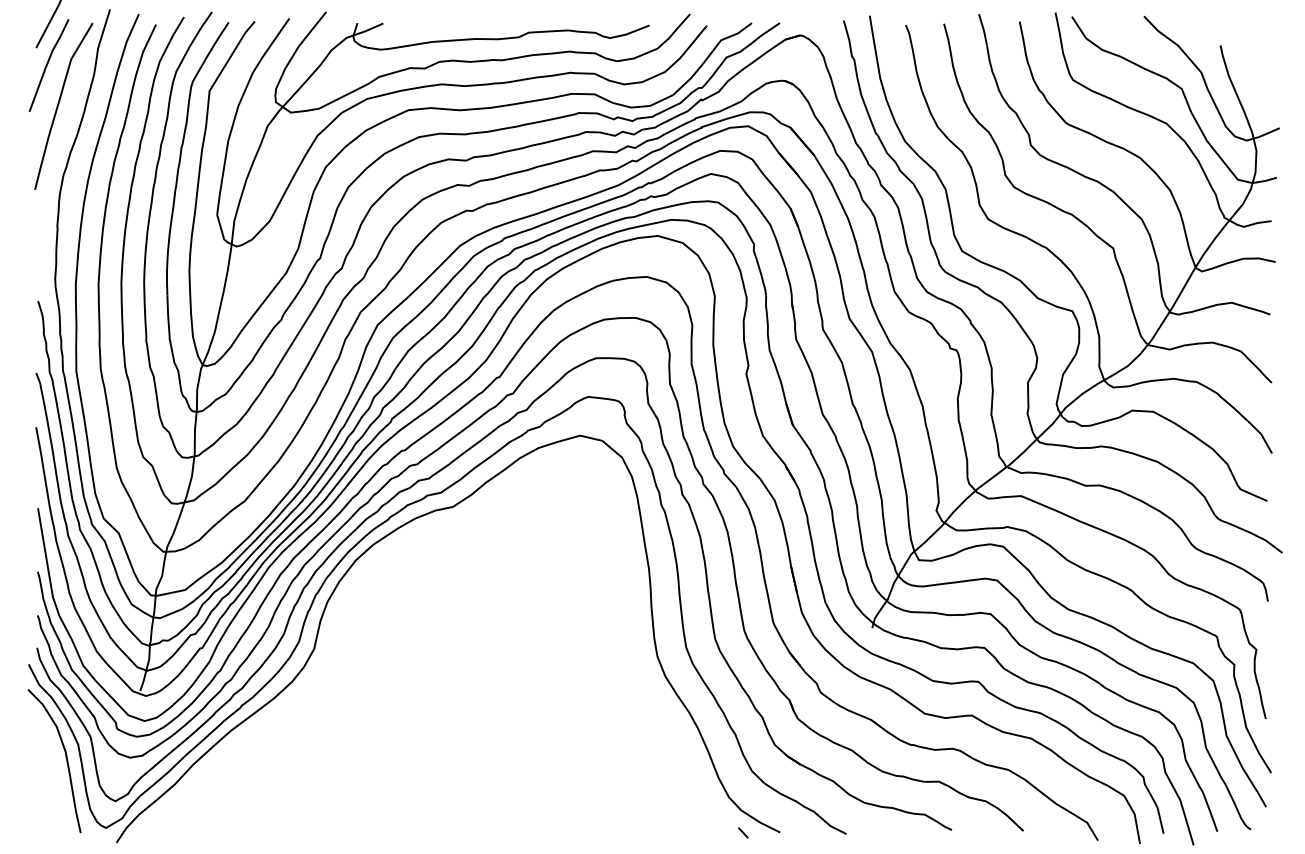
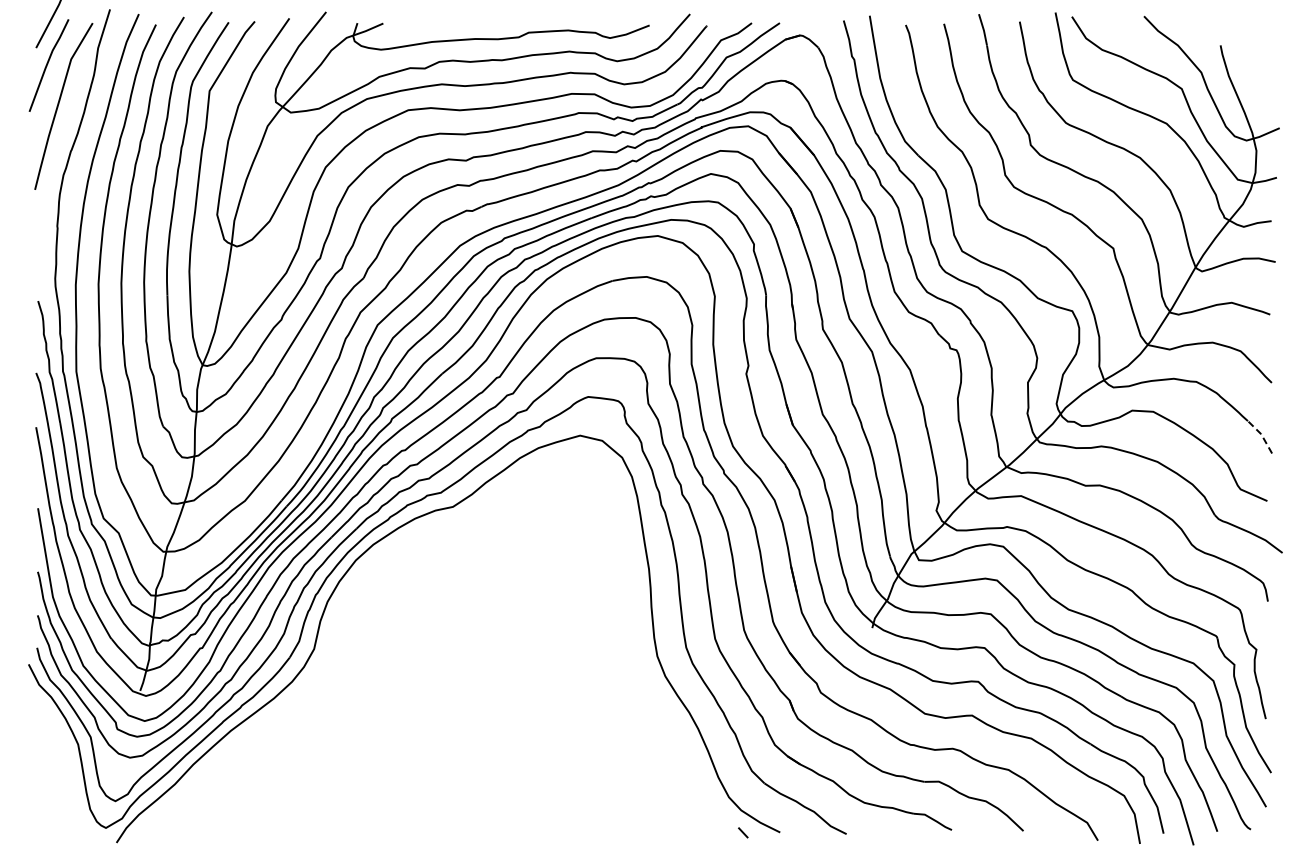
line at (1261, 435): solid -> dashed
curve at (65, 757): present -> none
